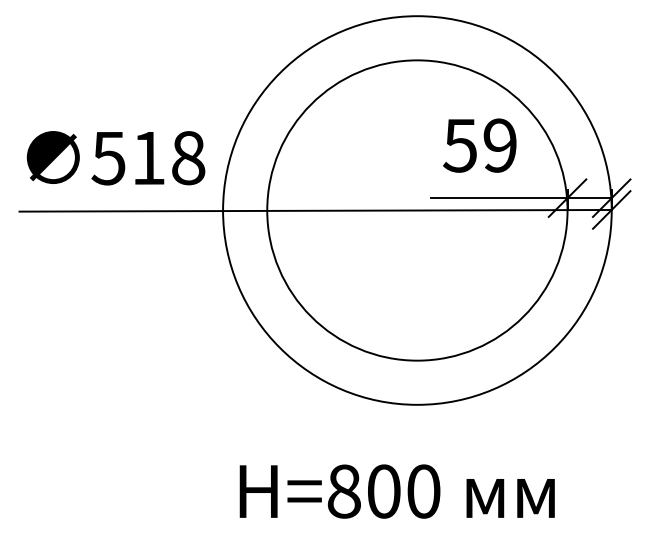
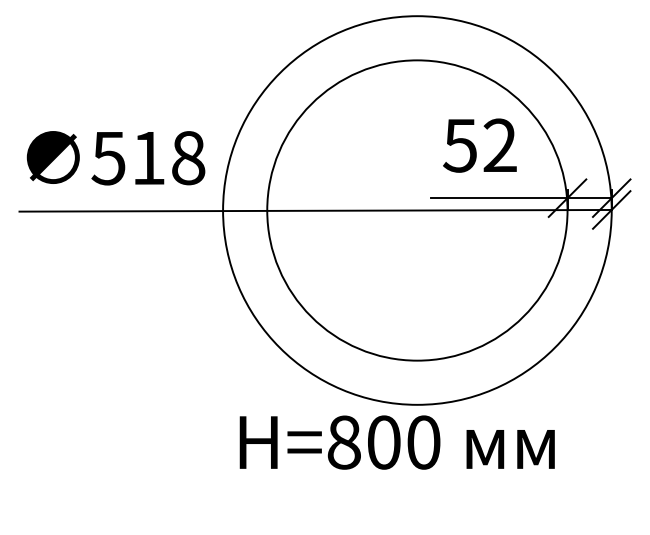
text at (499, 145): 59 -> 52
text at (396, 491) position: (396, 491) -> (396, 442)
